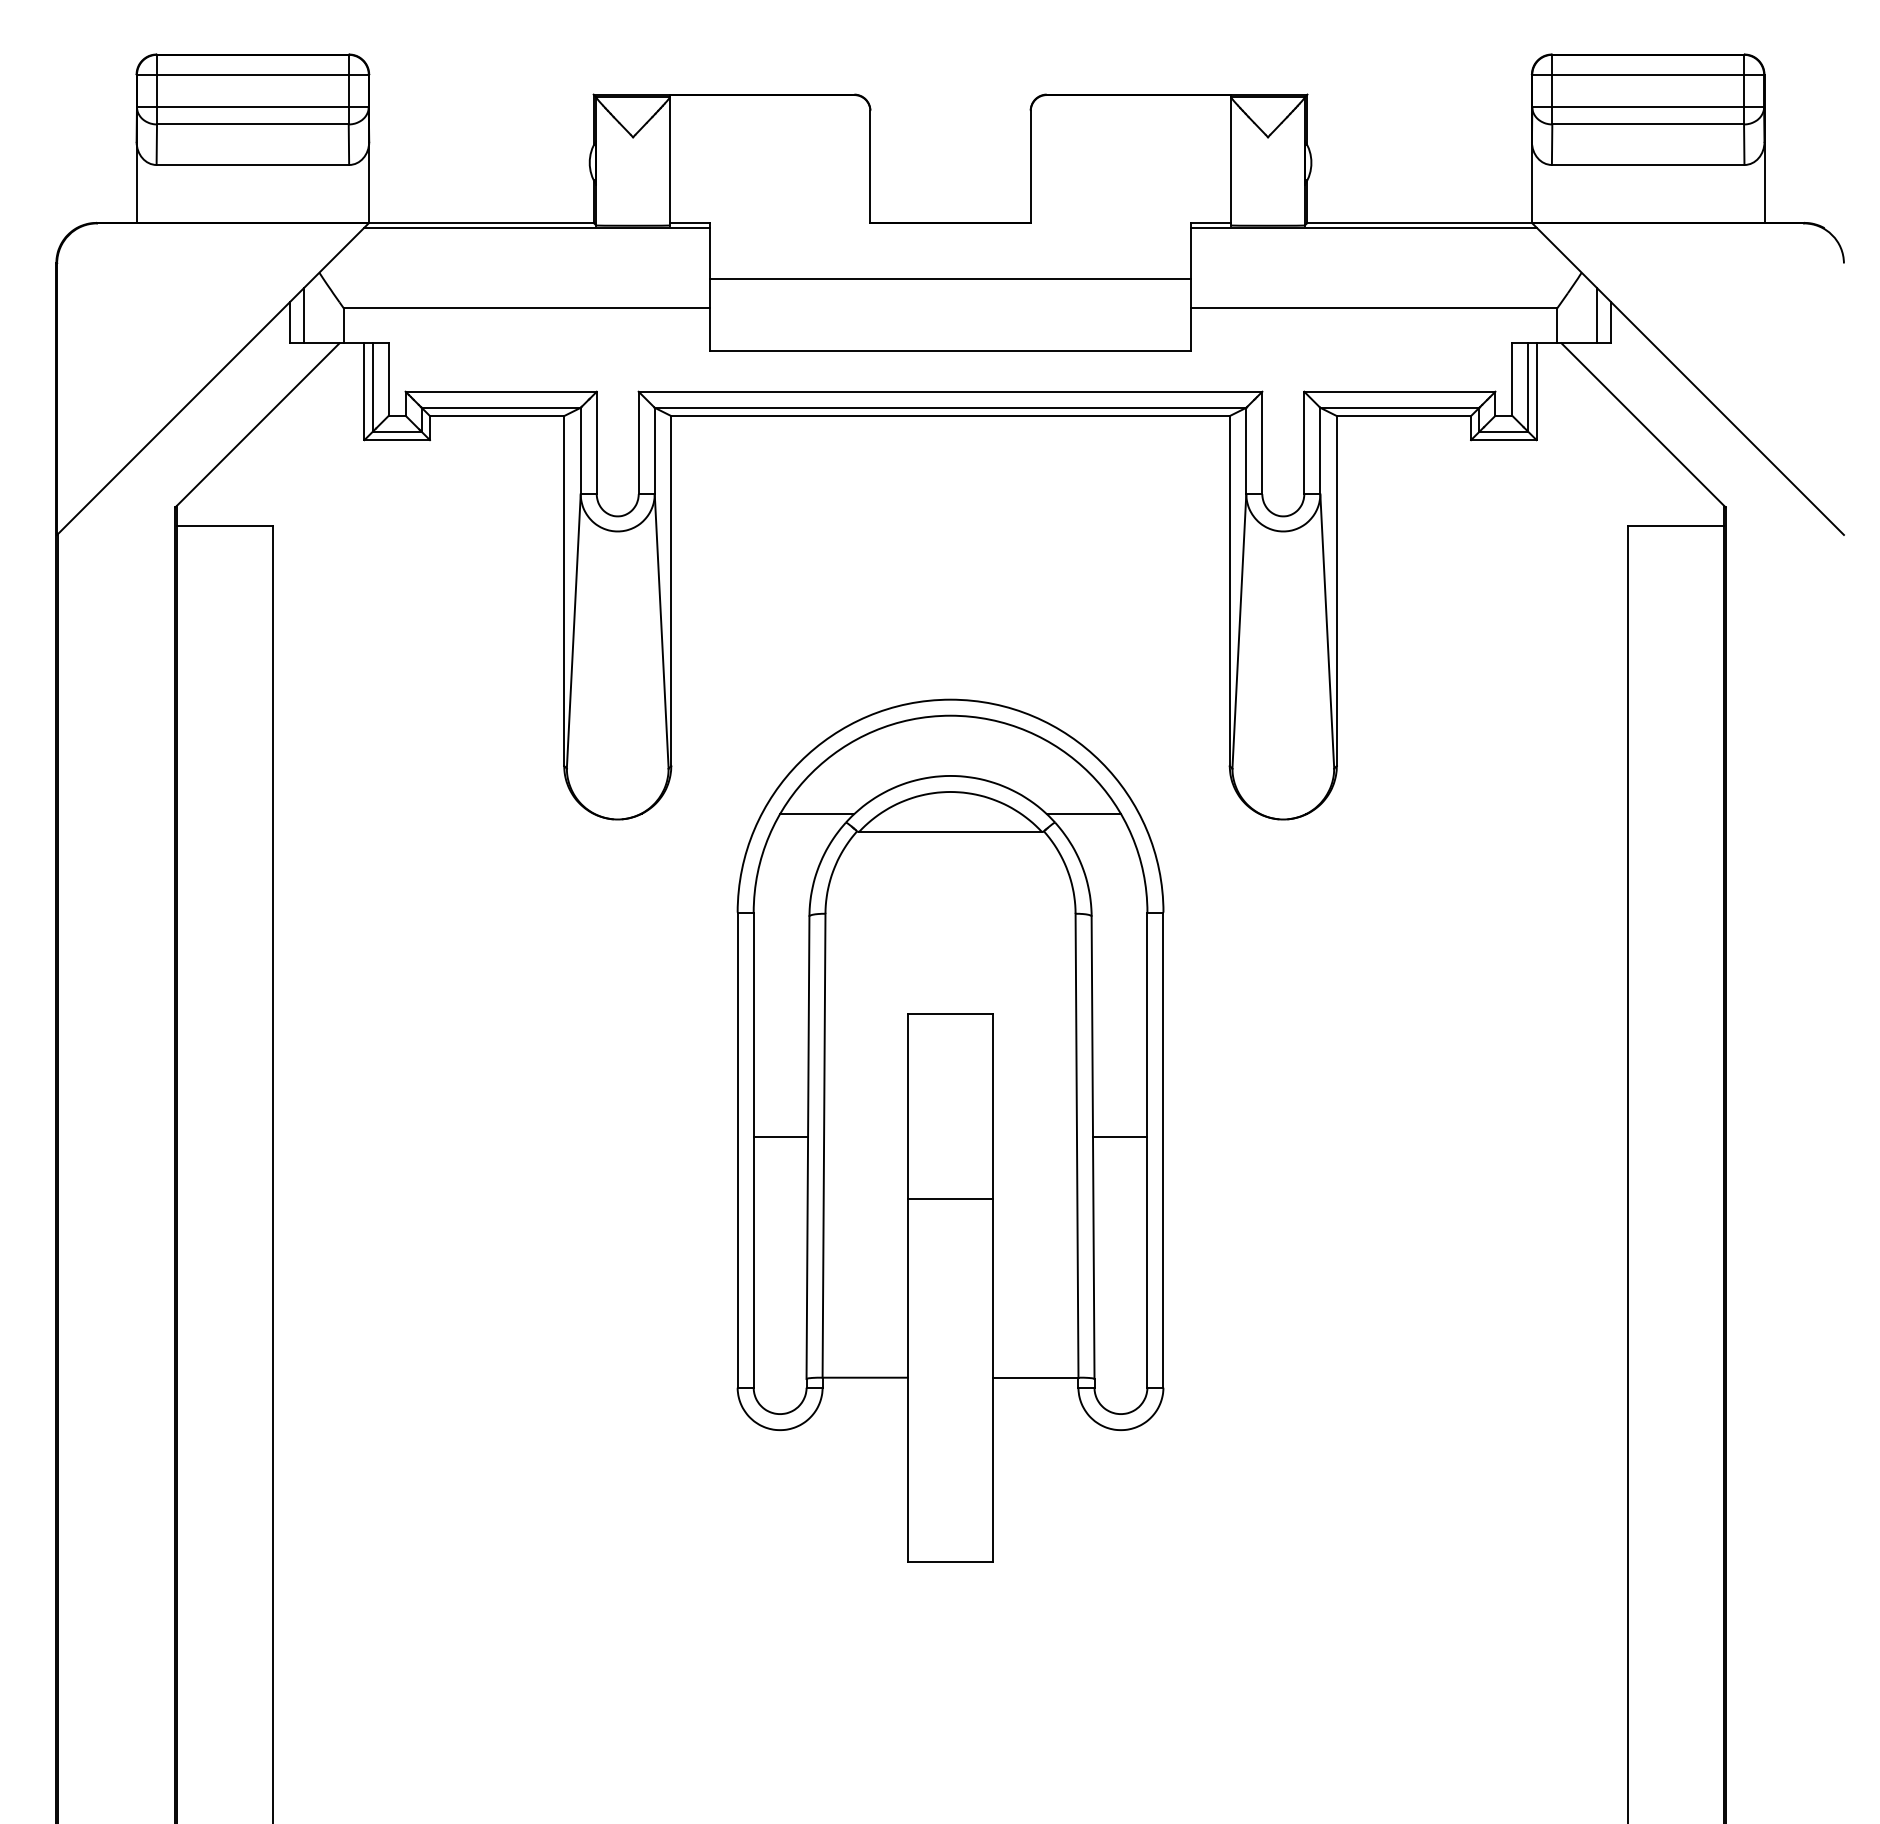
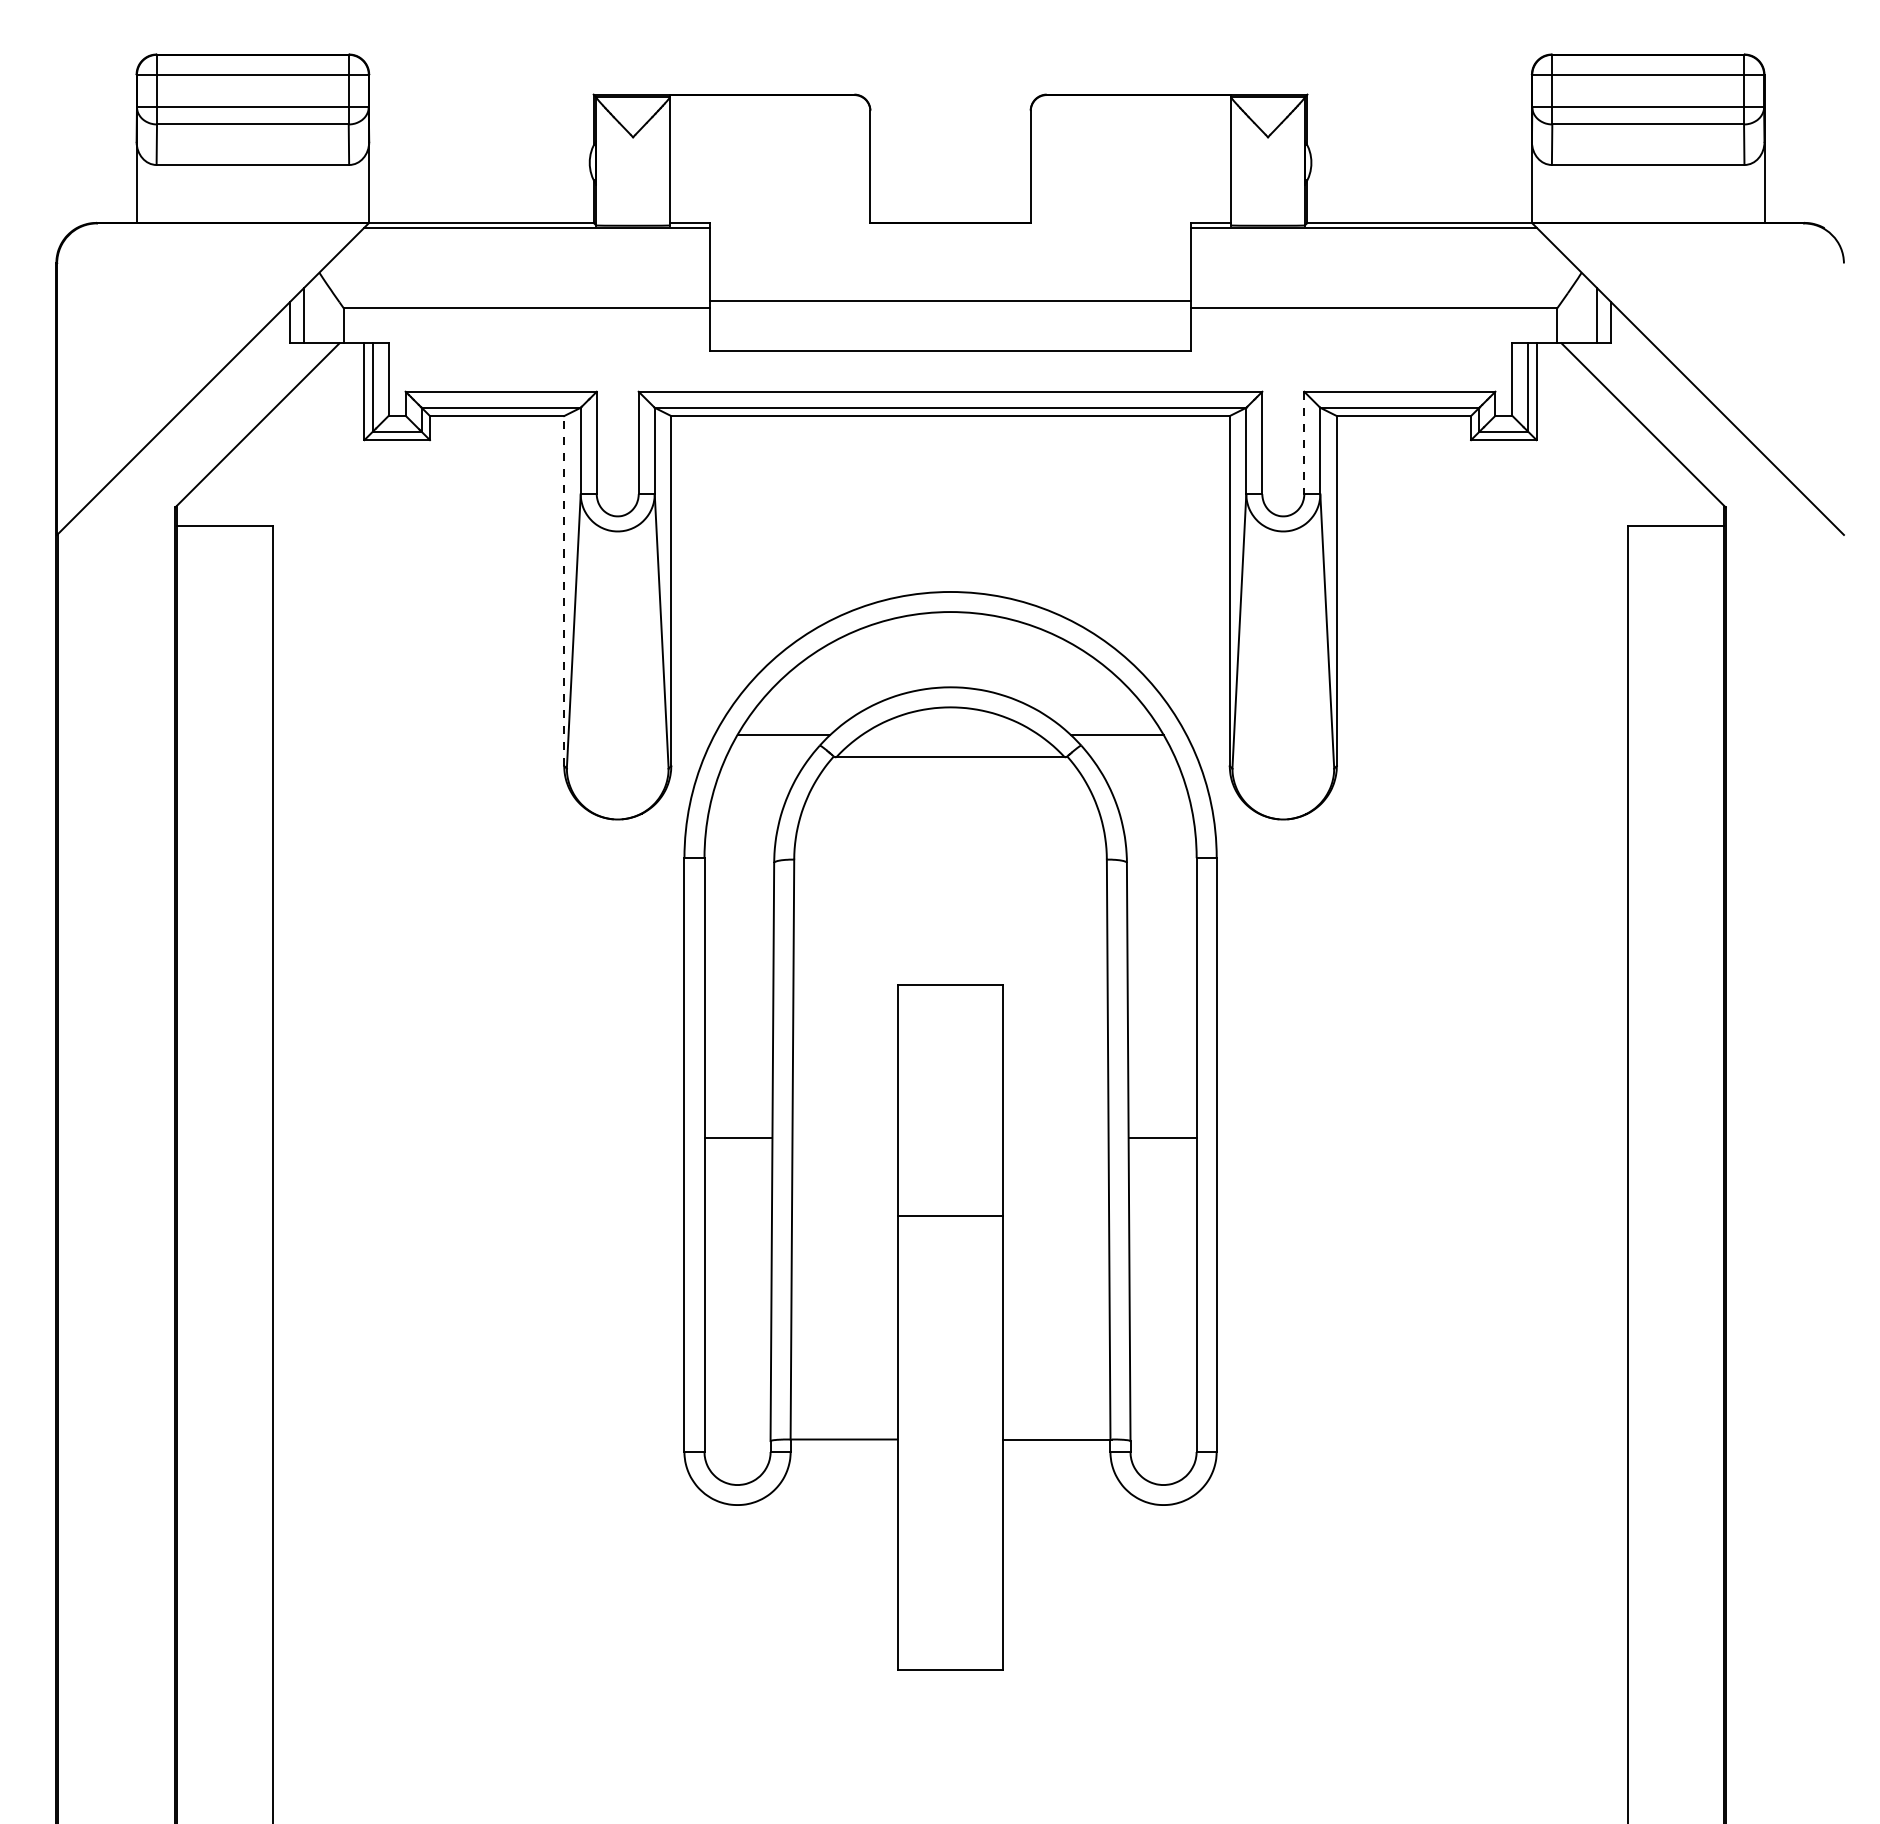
line at (950, 279) position: (950, 279) -> (950, 301)
line at (1304, 443): solid -> dashed
line at (564, 591): solid -> dashed
part at (950, 1130) size: 429x865 px -> 535x1080 px
